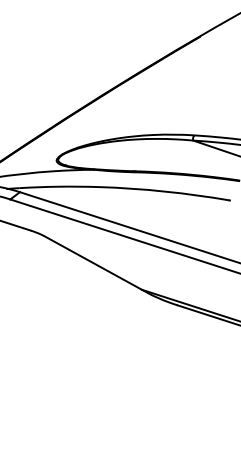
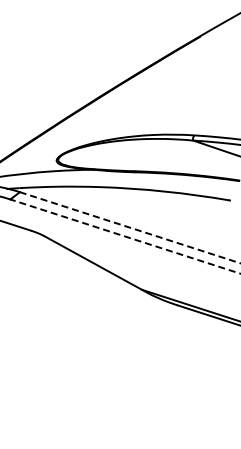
line at (130, 227): solid -> dashed
line at (125, 236): solid -> dashed
